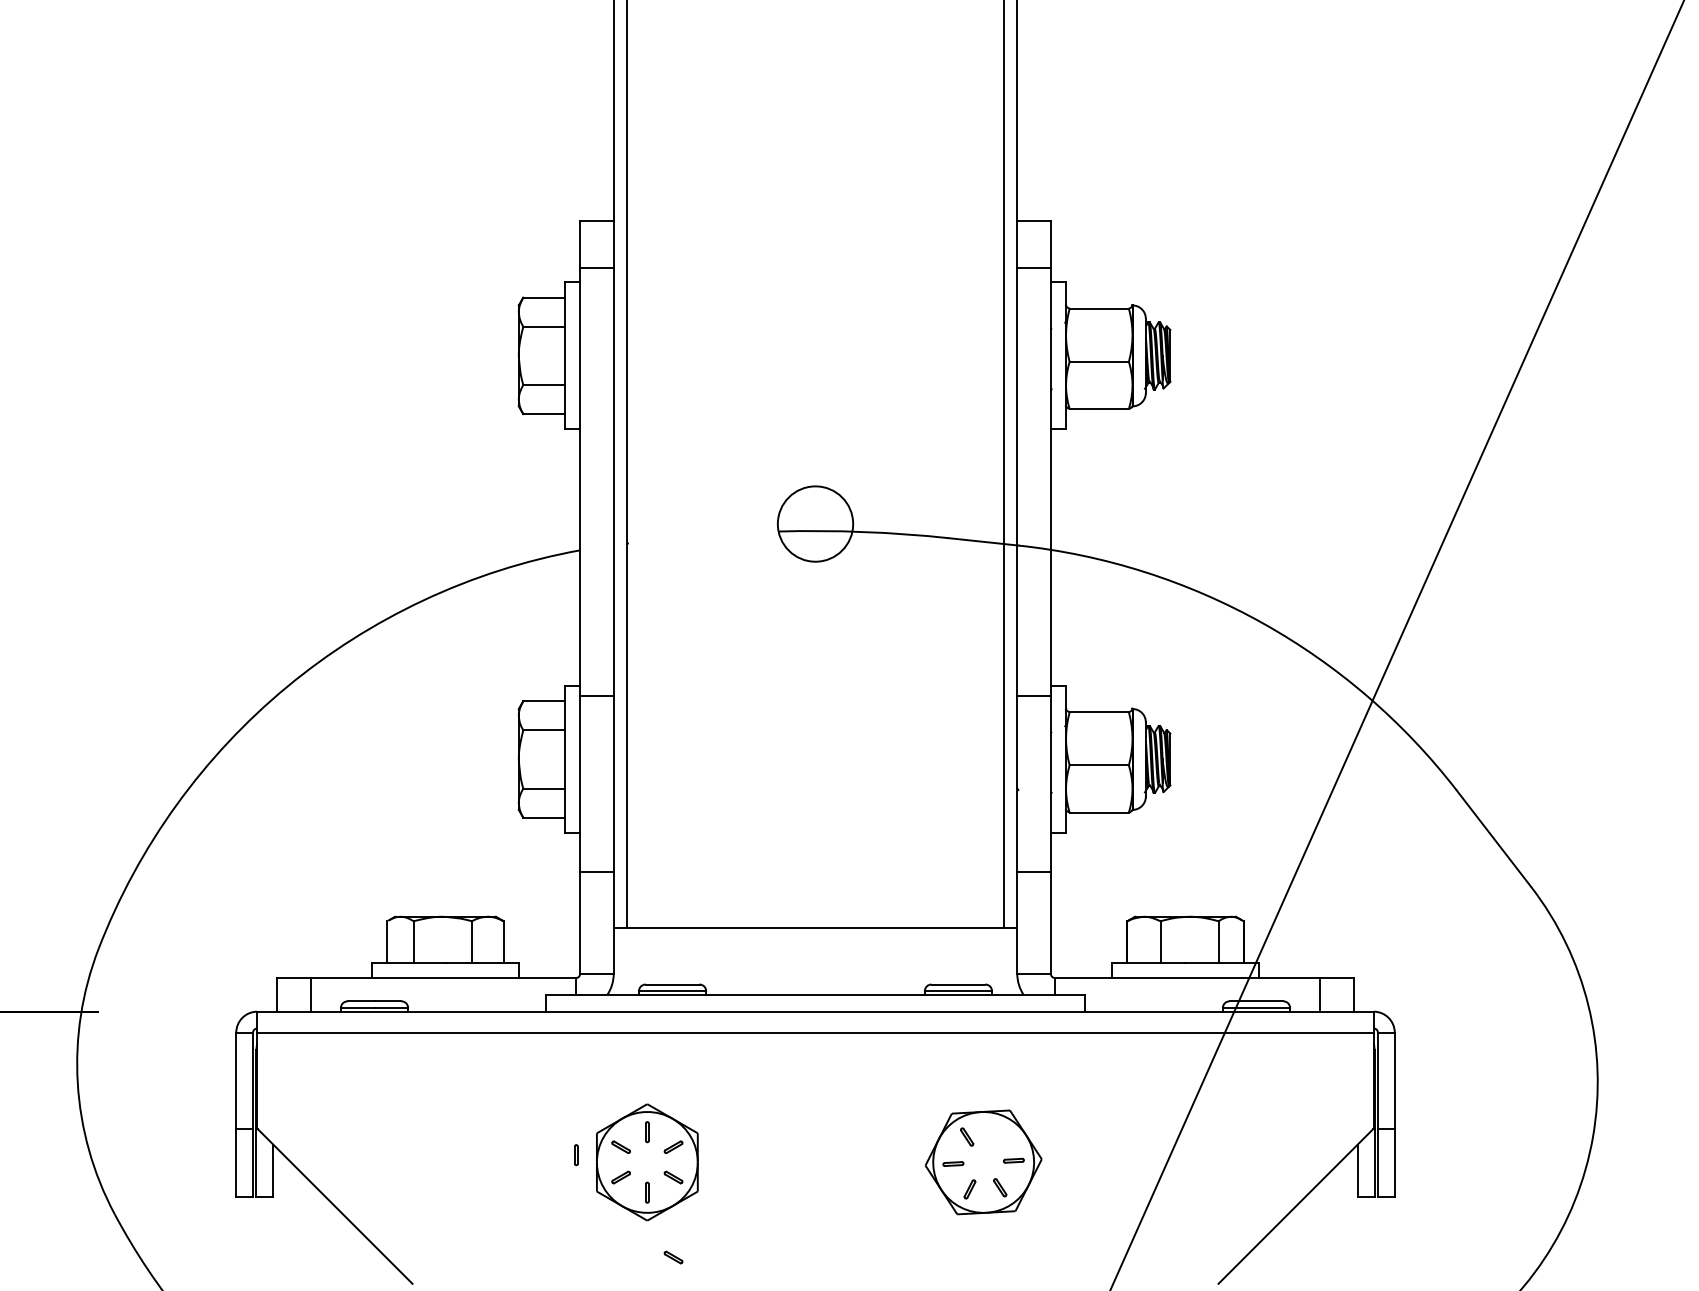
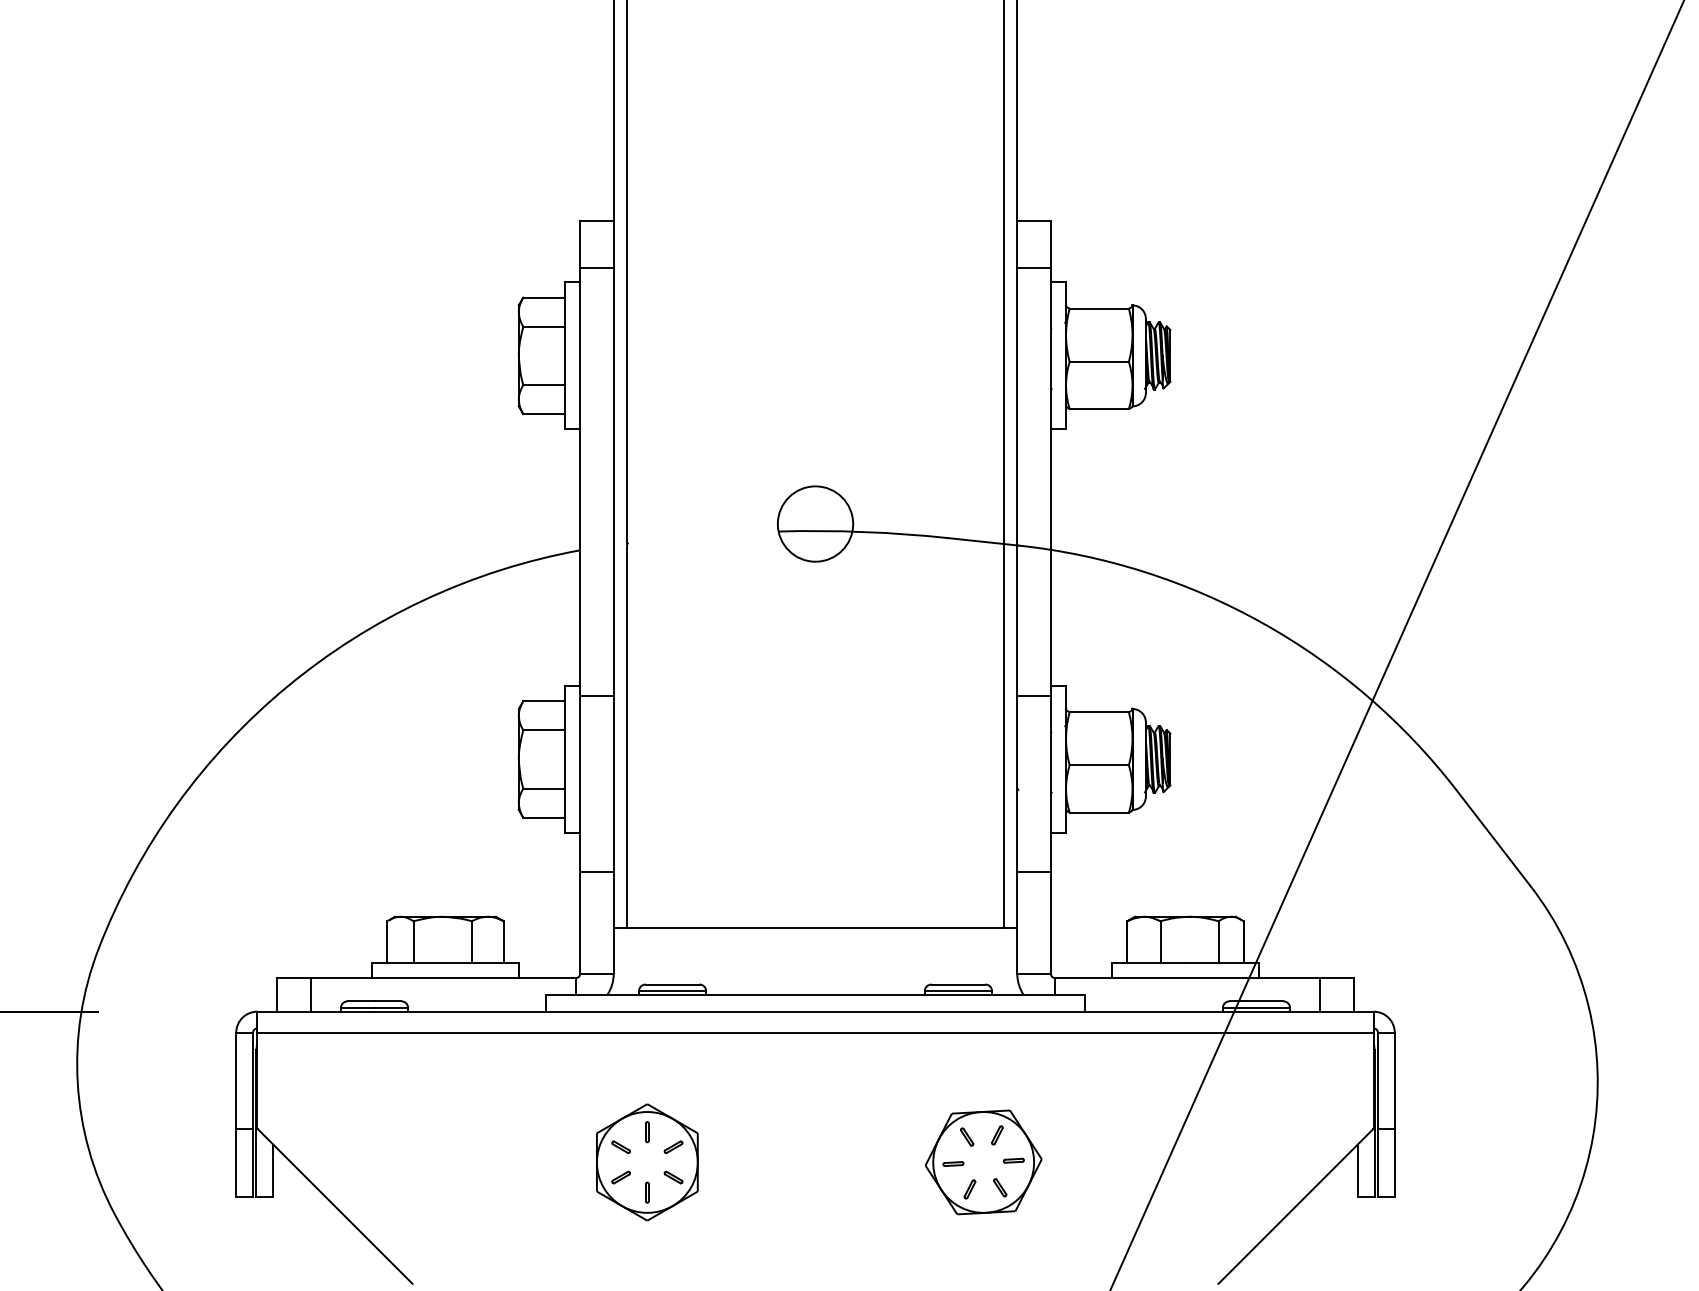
part at (997, 1135): none -> present
line at (575, 1155): present -> none
part at (673, 1257): present -> none
